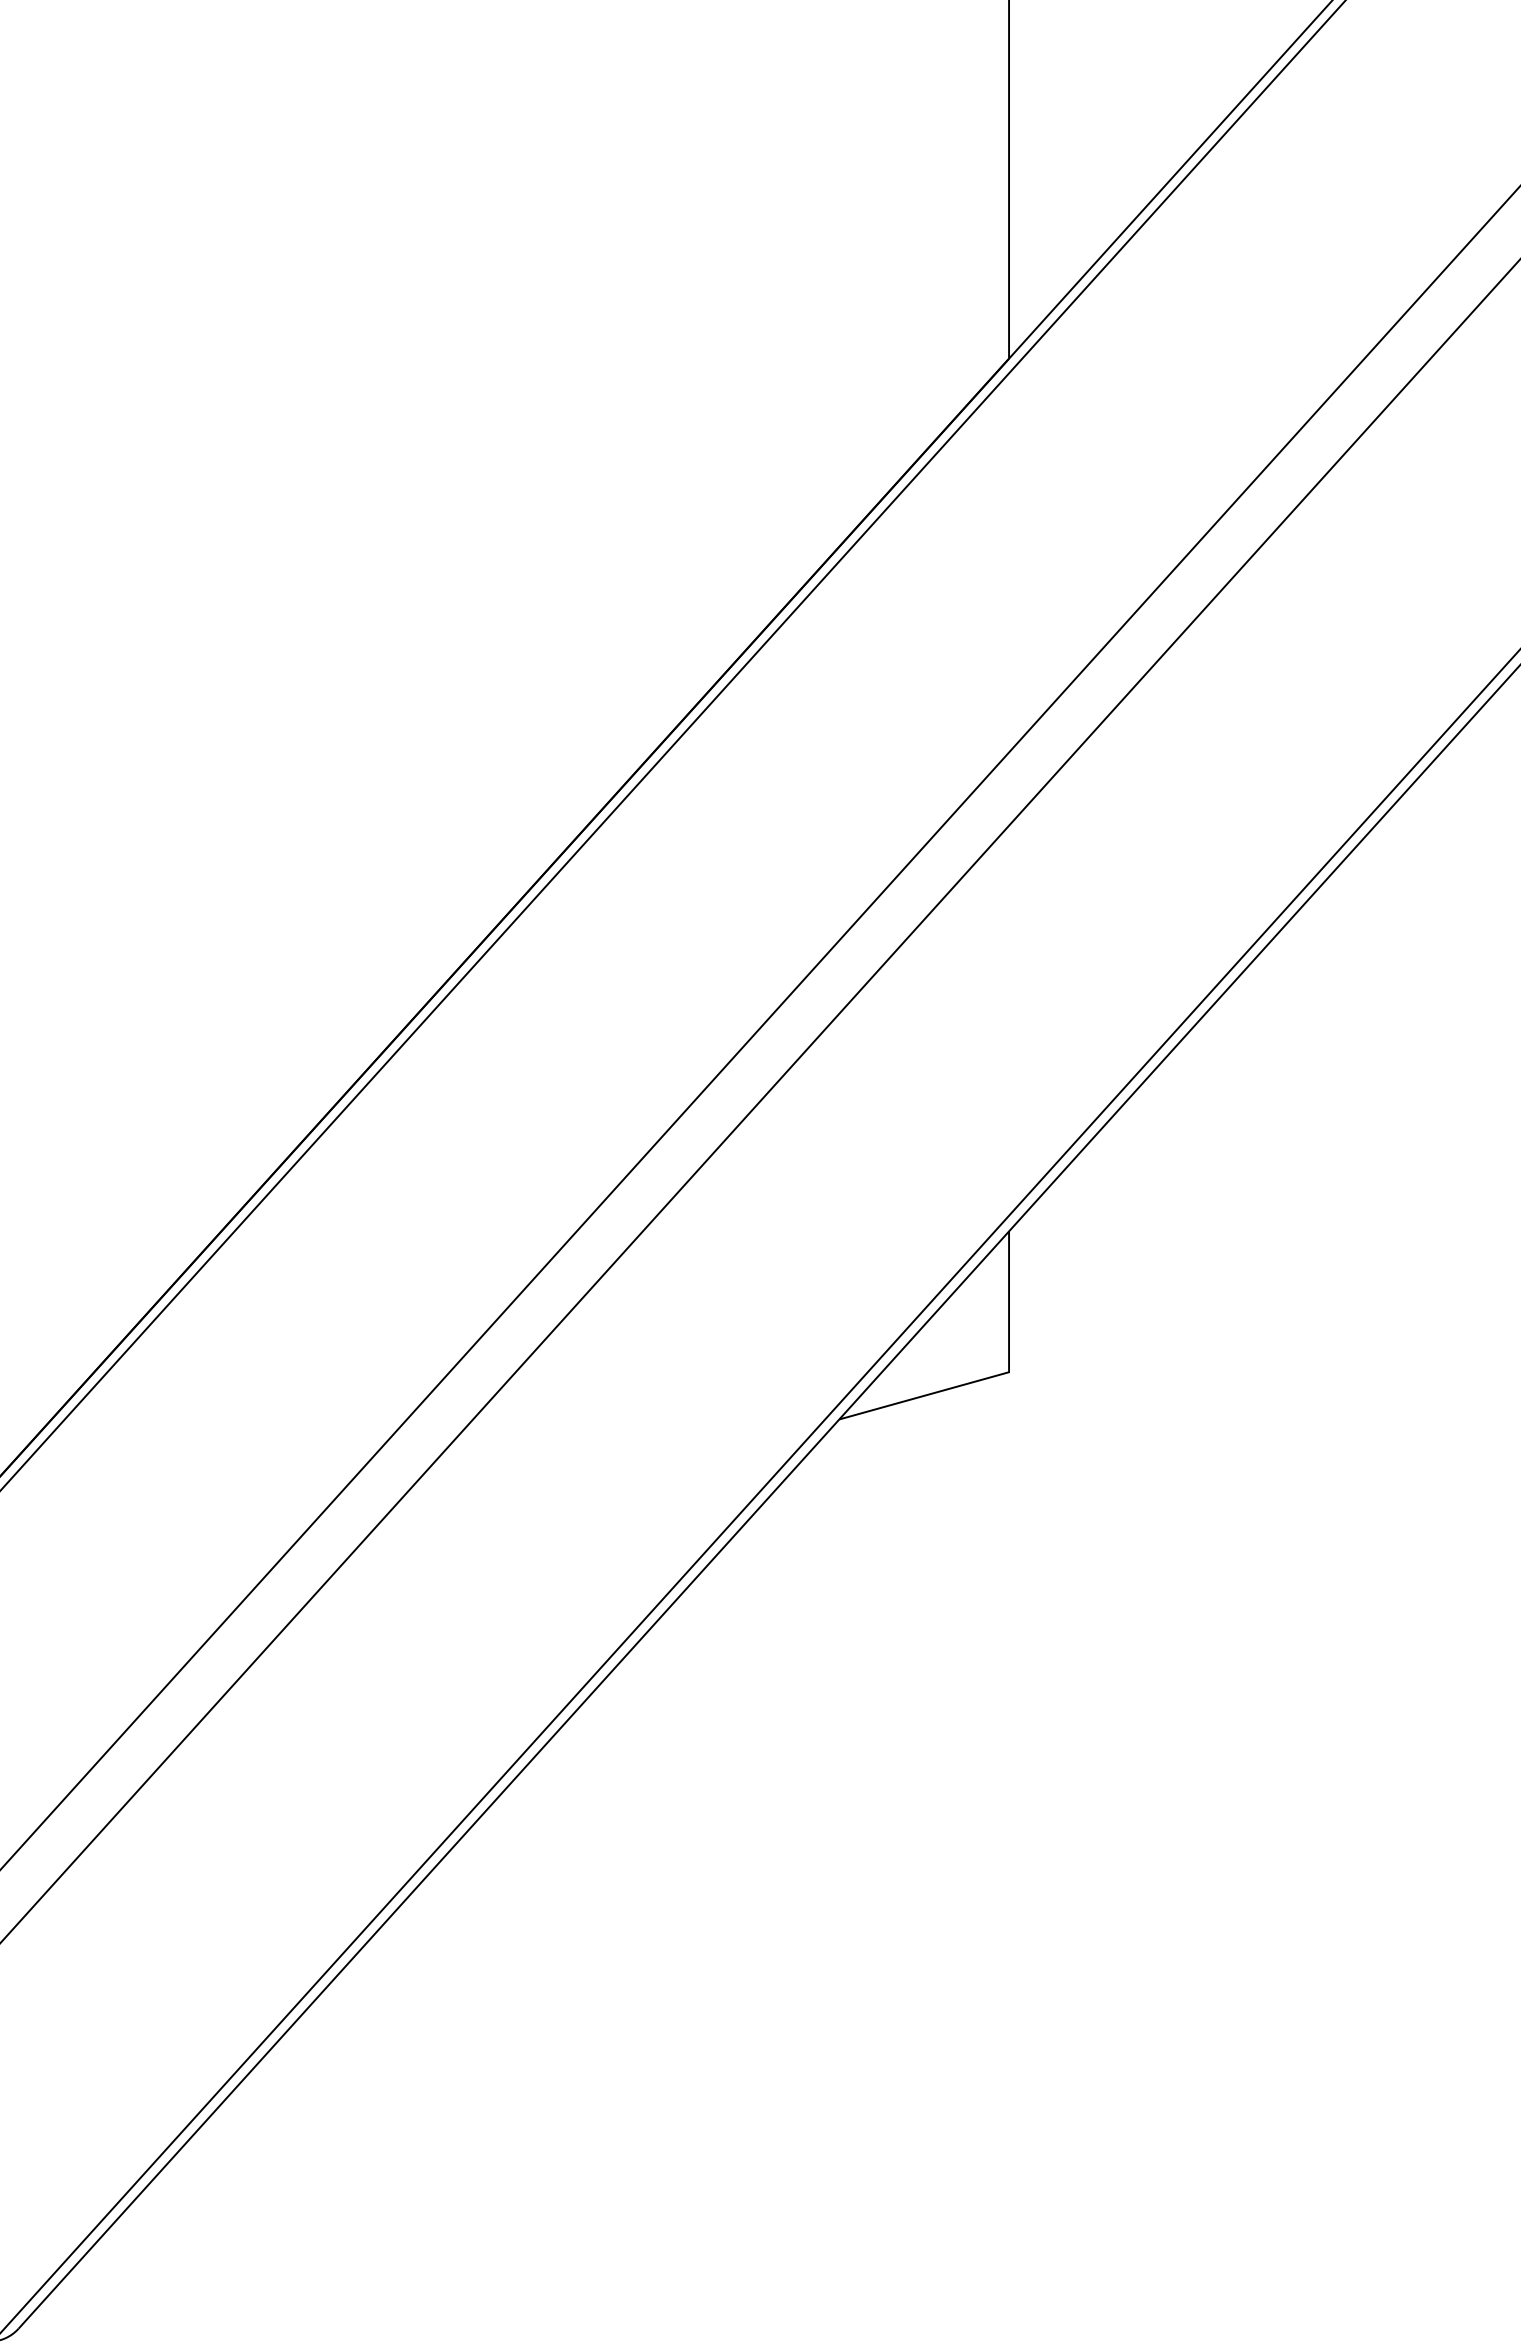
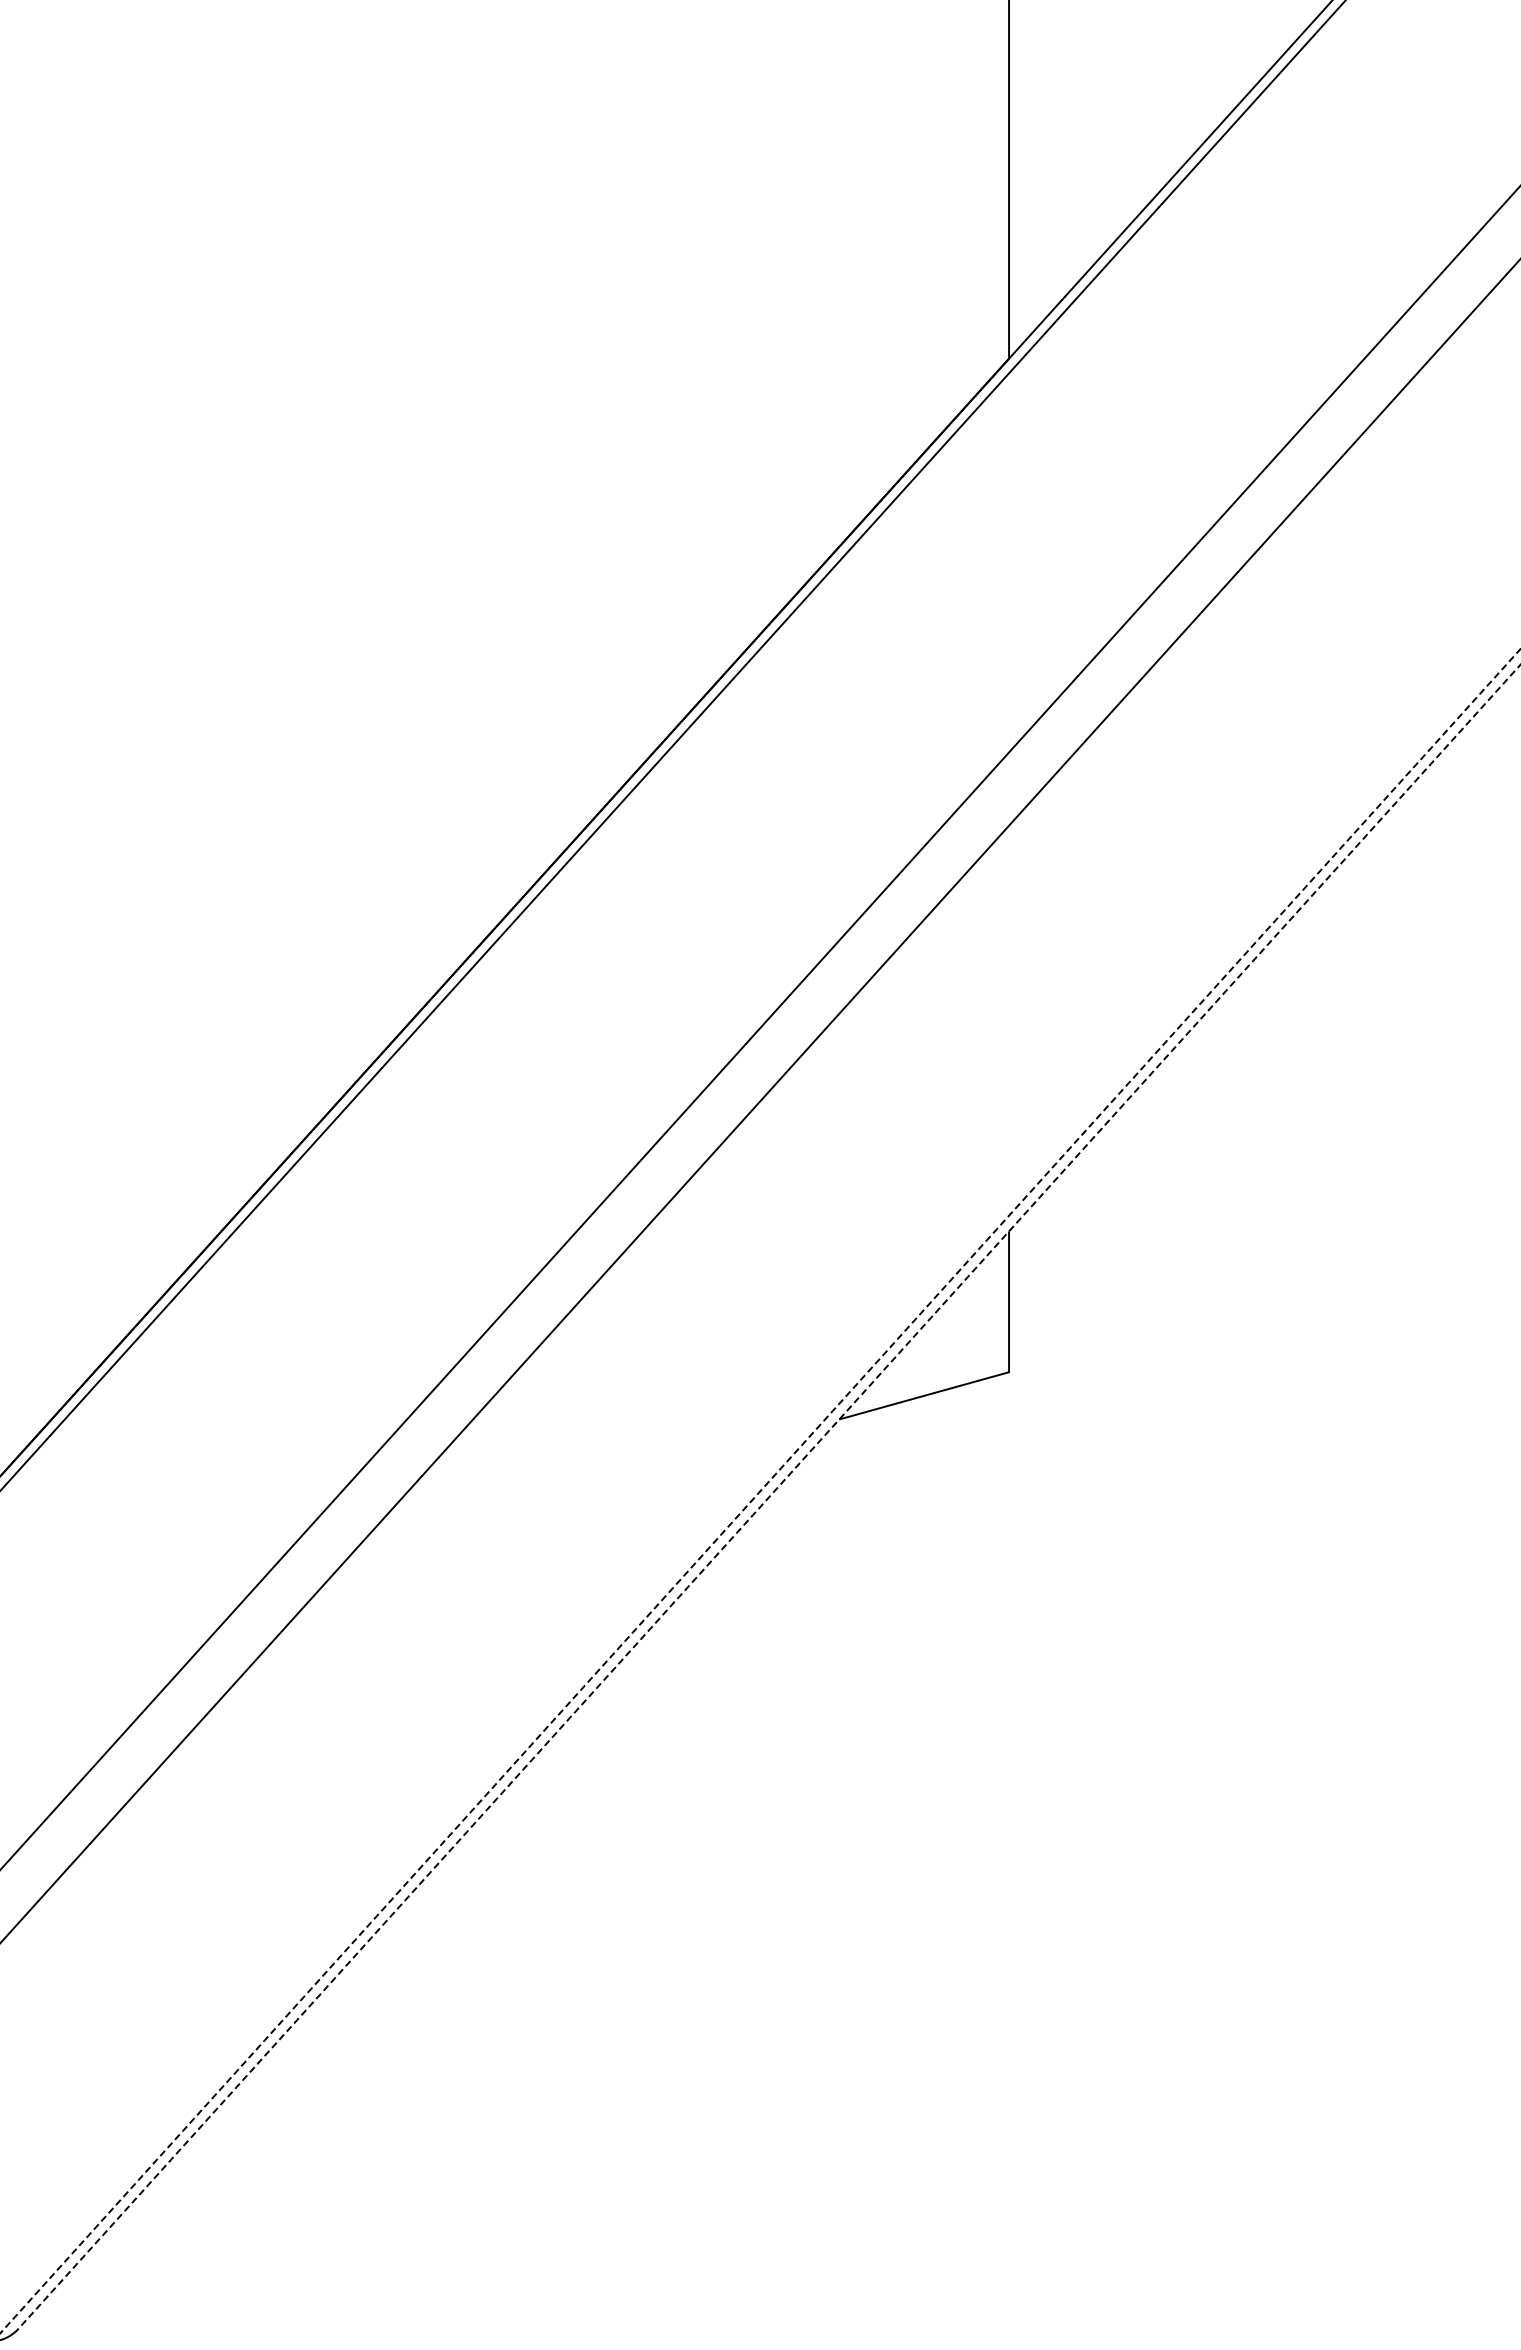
line at (760, 1491): solid -> dashed
line at (769, 1496): solid -> dashed
